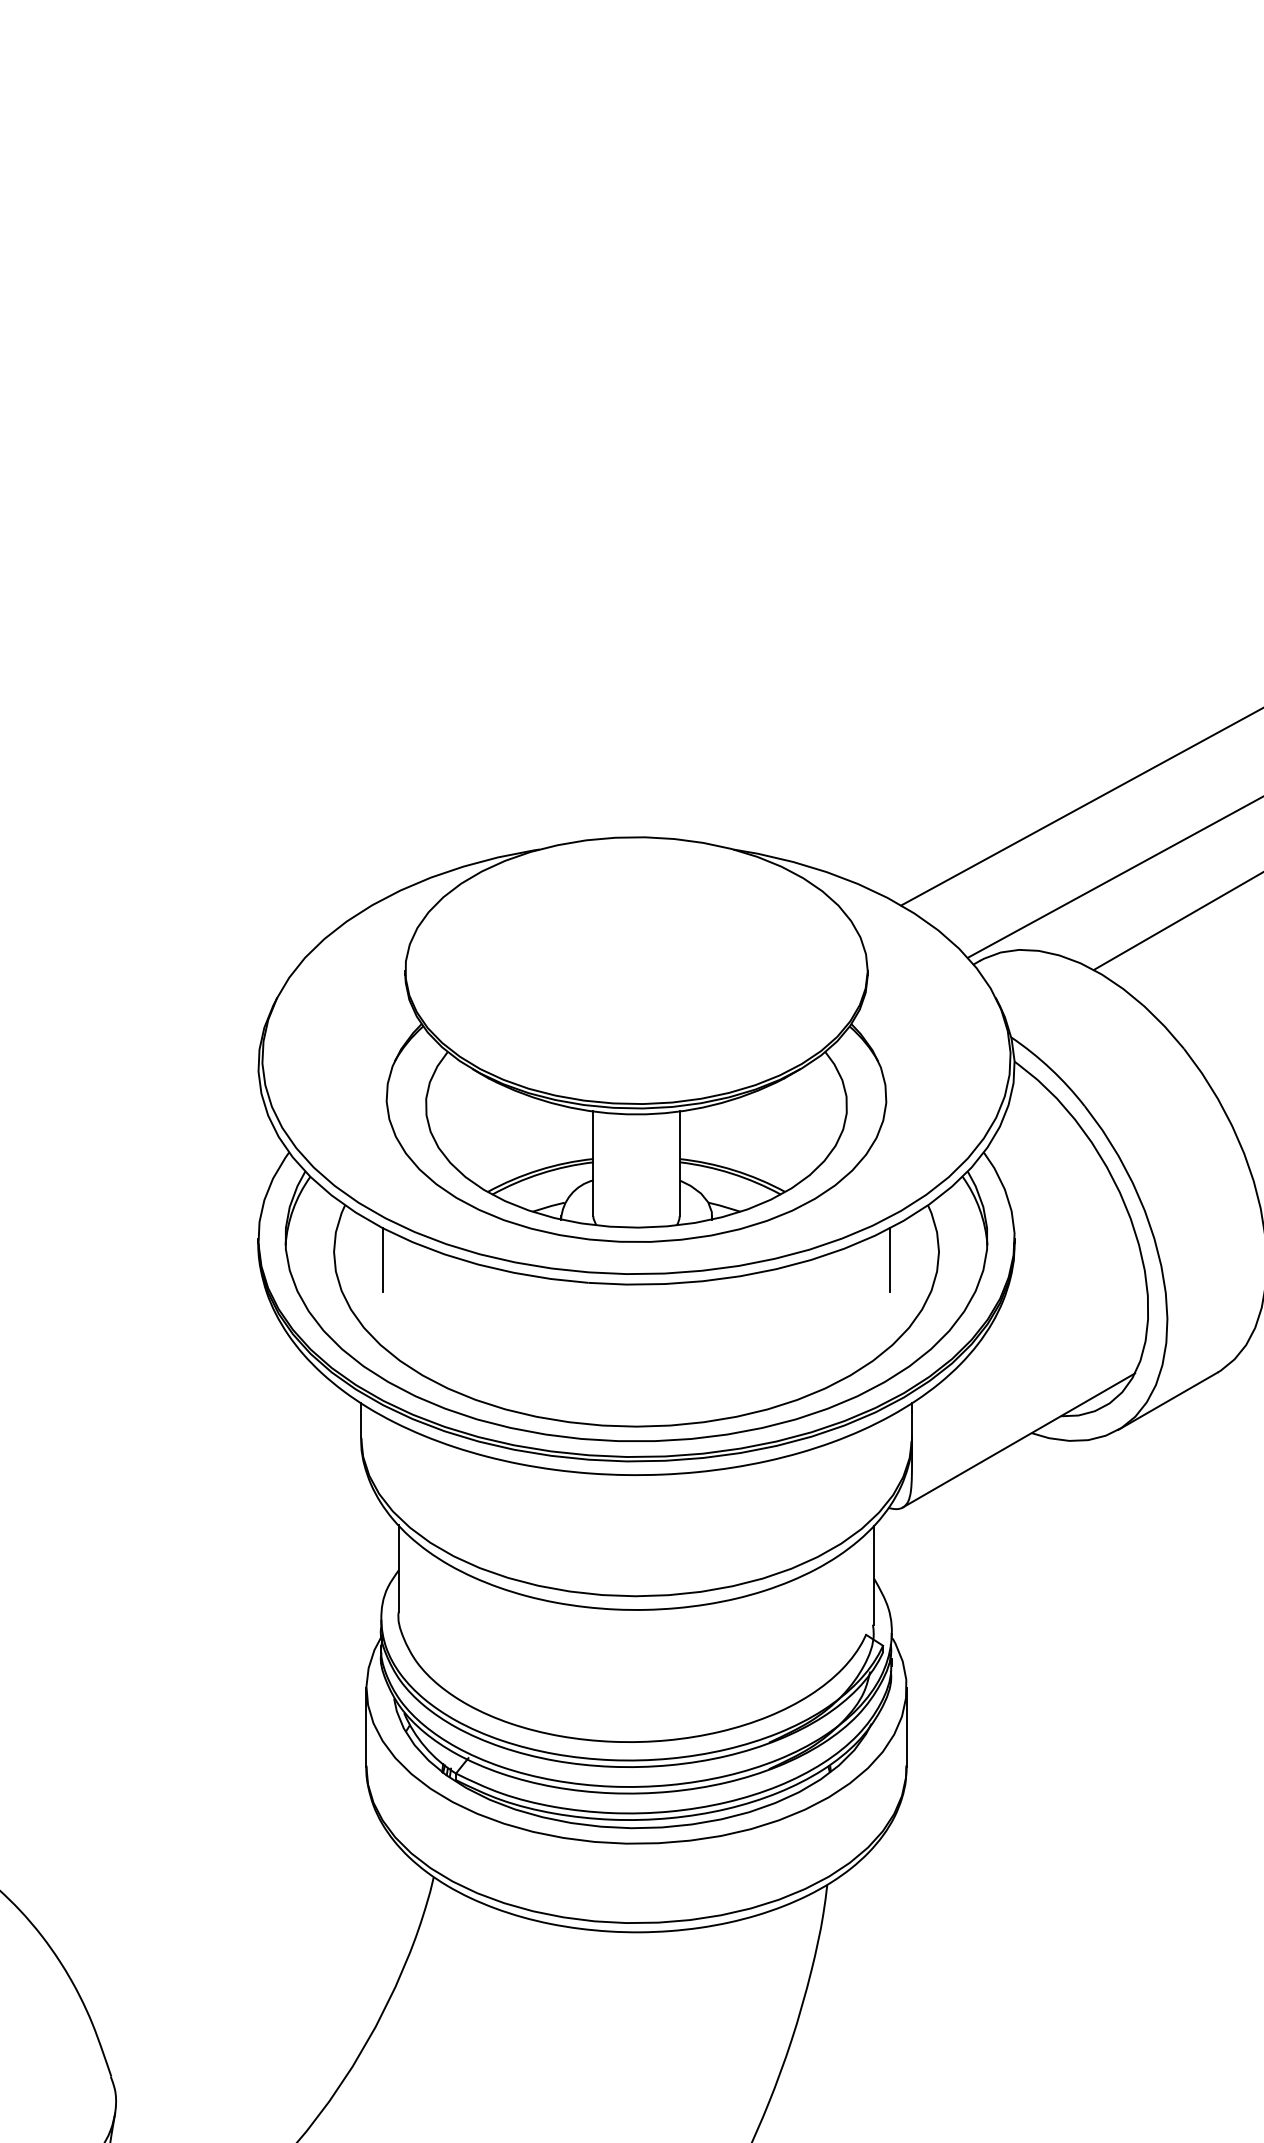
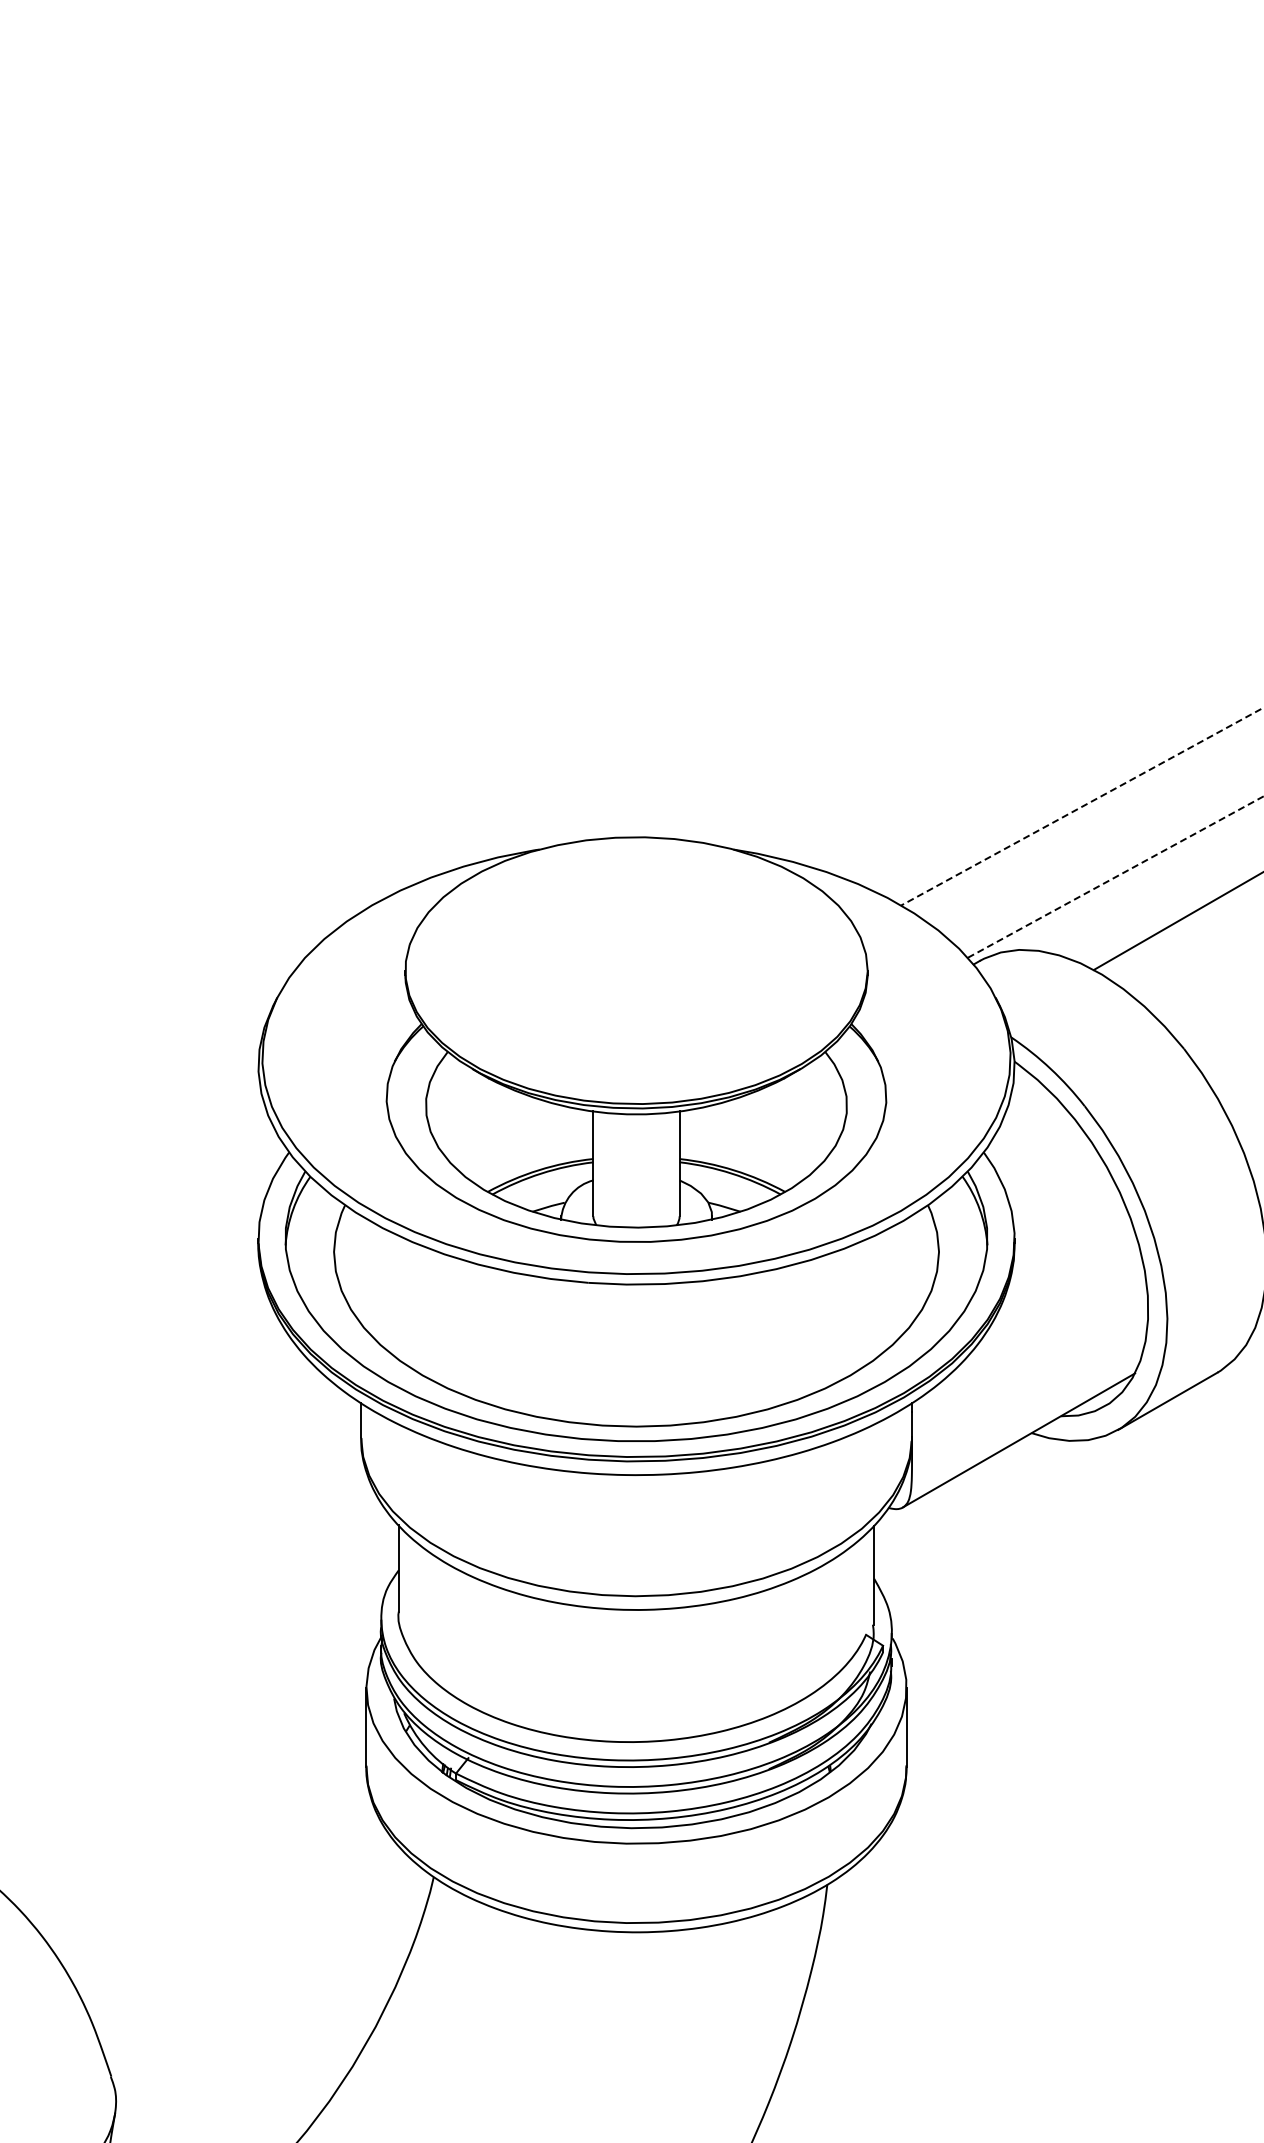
line at (1081, 806): solid -> dashed
line at (1116, 876): solid -> dashed
line at (382, 1259): present -> none
line at (890, 1259): present -> none
